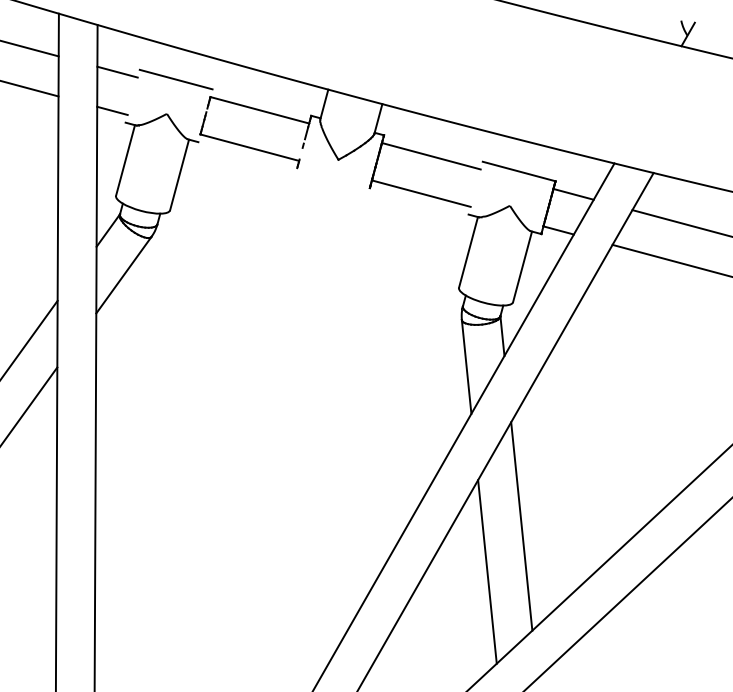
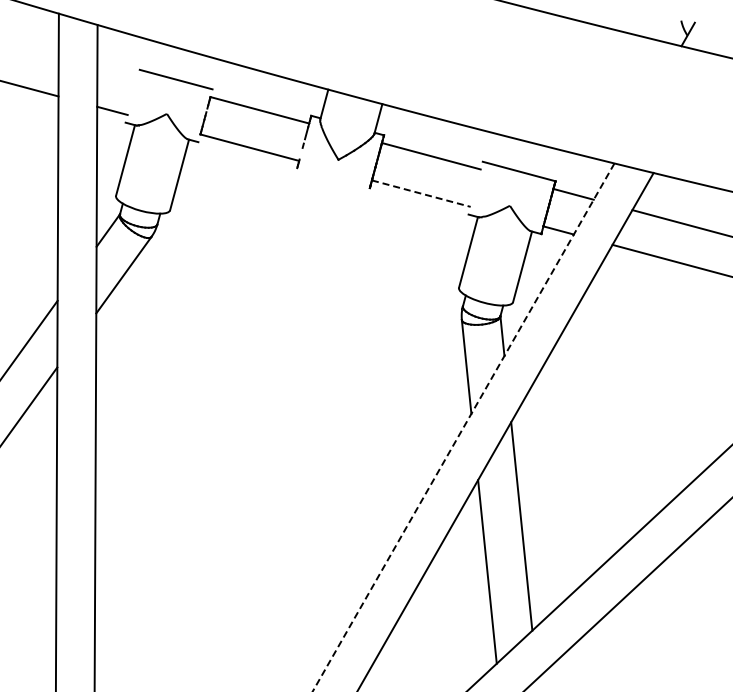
line at (30, 48): present -> none
line at (117, 71): present -> none
line at (421, 193): solid -> dashed
line at (463, 428): solid -> dashed
